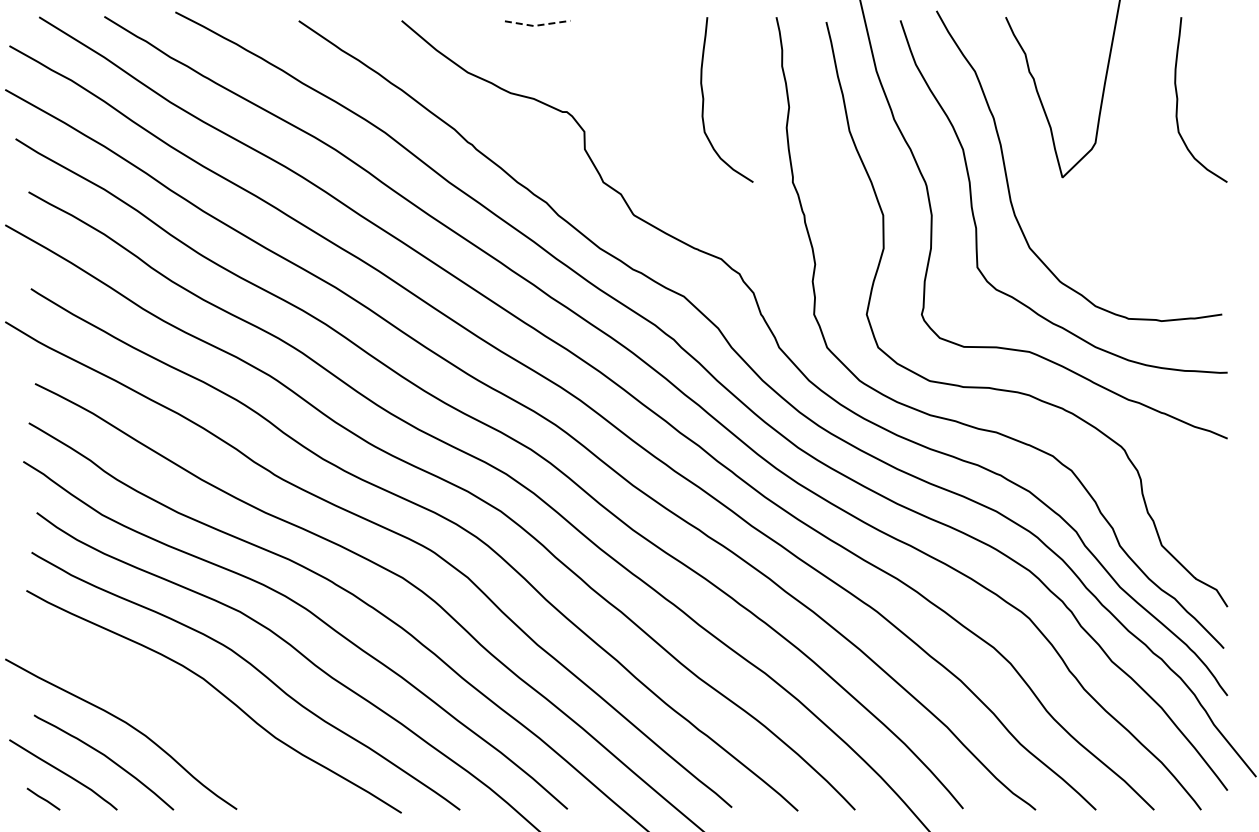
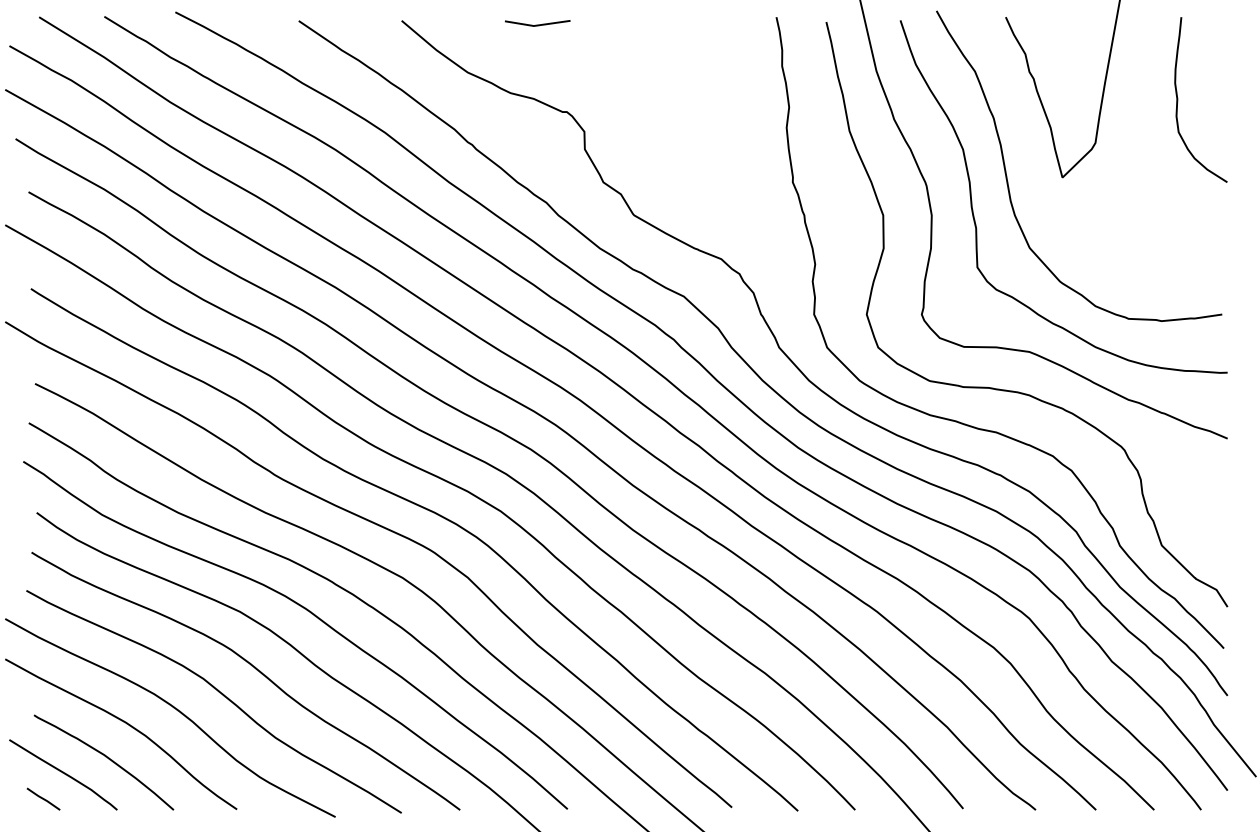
line at (537, 25): dashed -> solid
curve at (704, 99): present -> none
curve at (176, 710): none -> present
